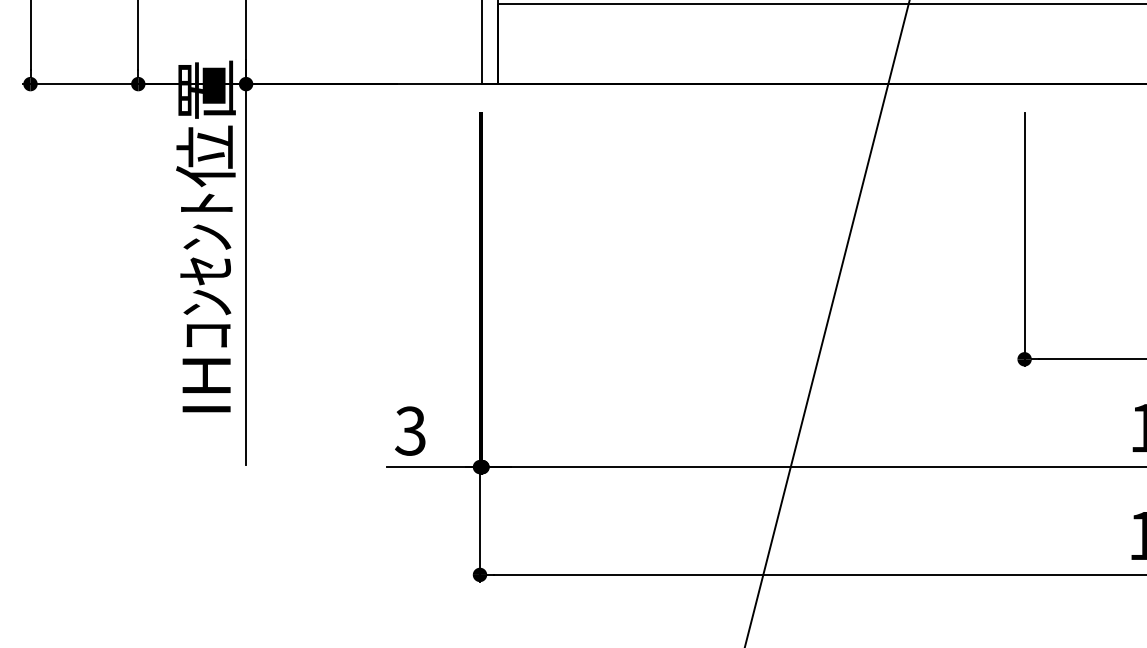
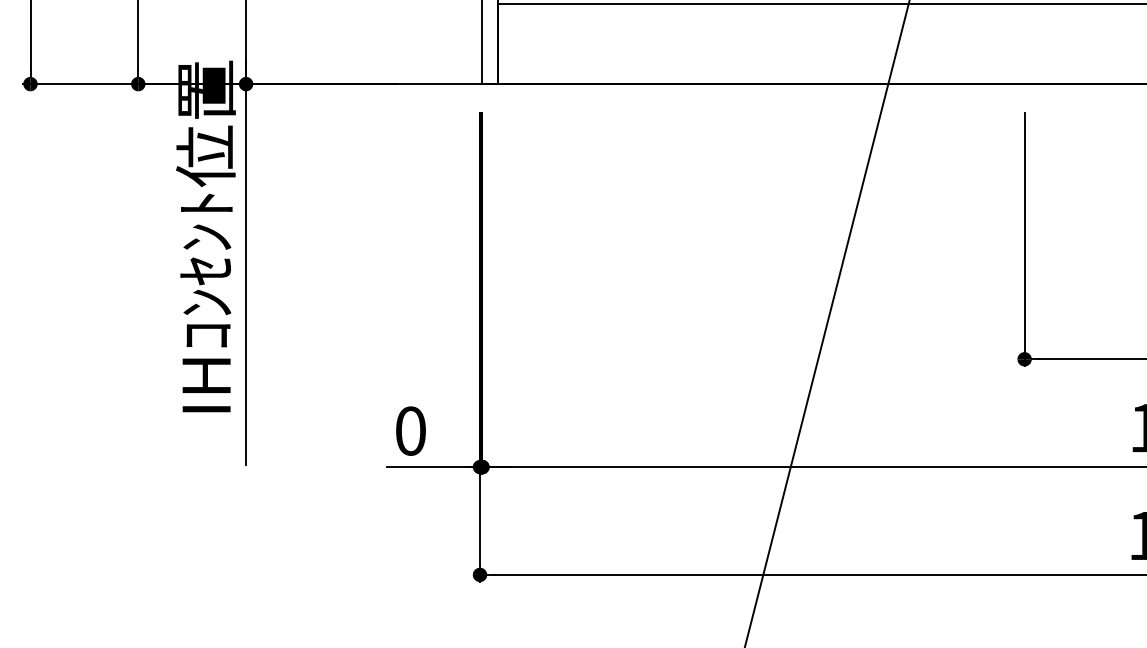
text at (410, 430): 3 -> 0
